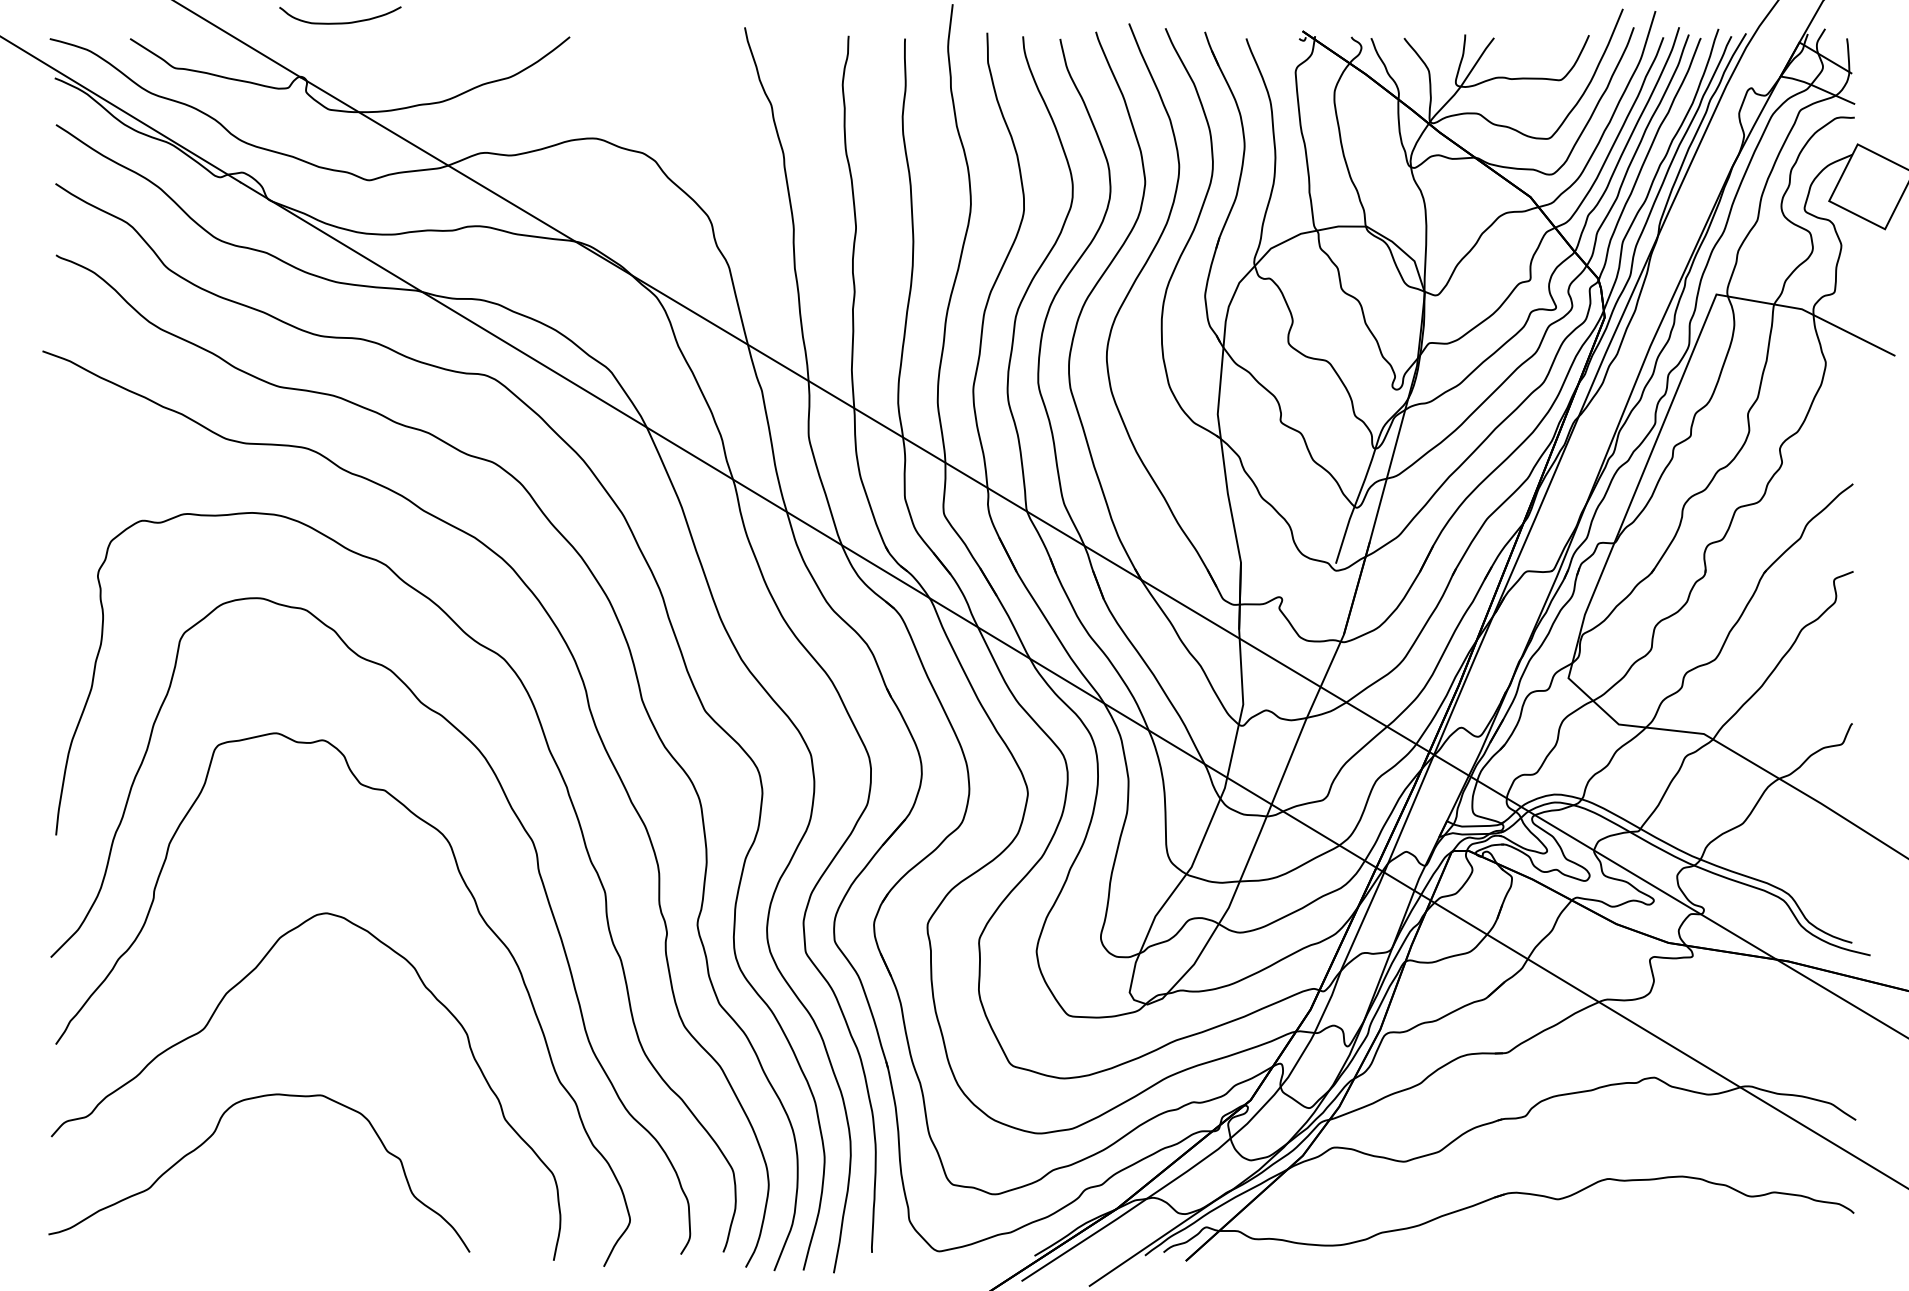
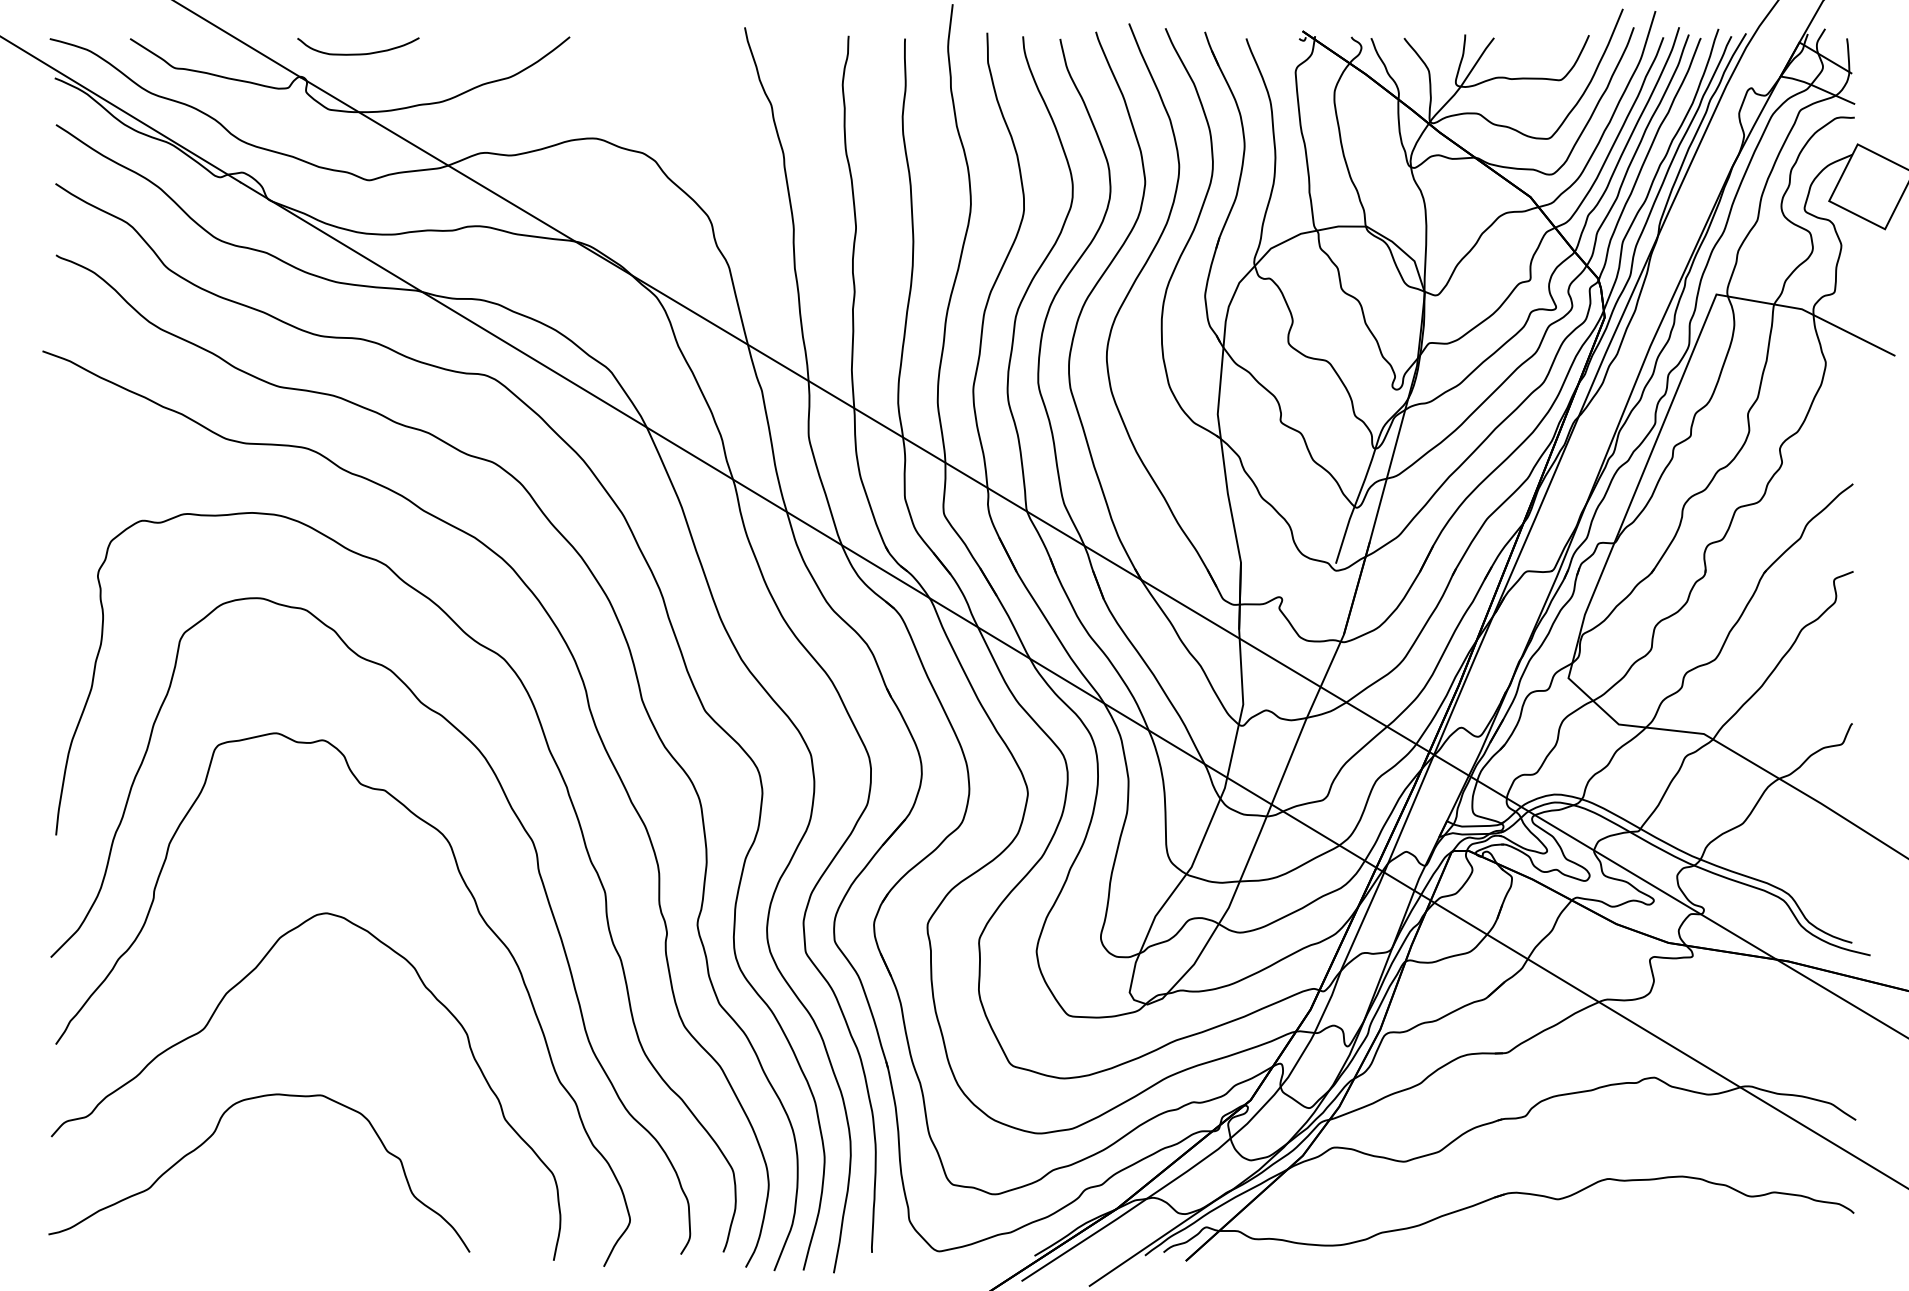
curve at (340, 22) position: (340, 22) -> (358, 53)
